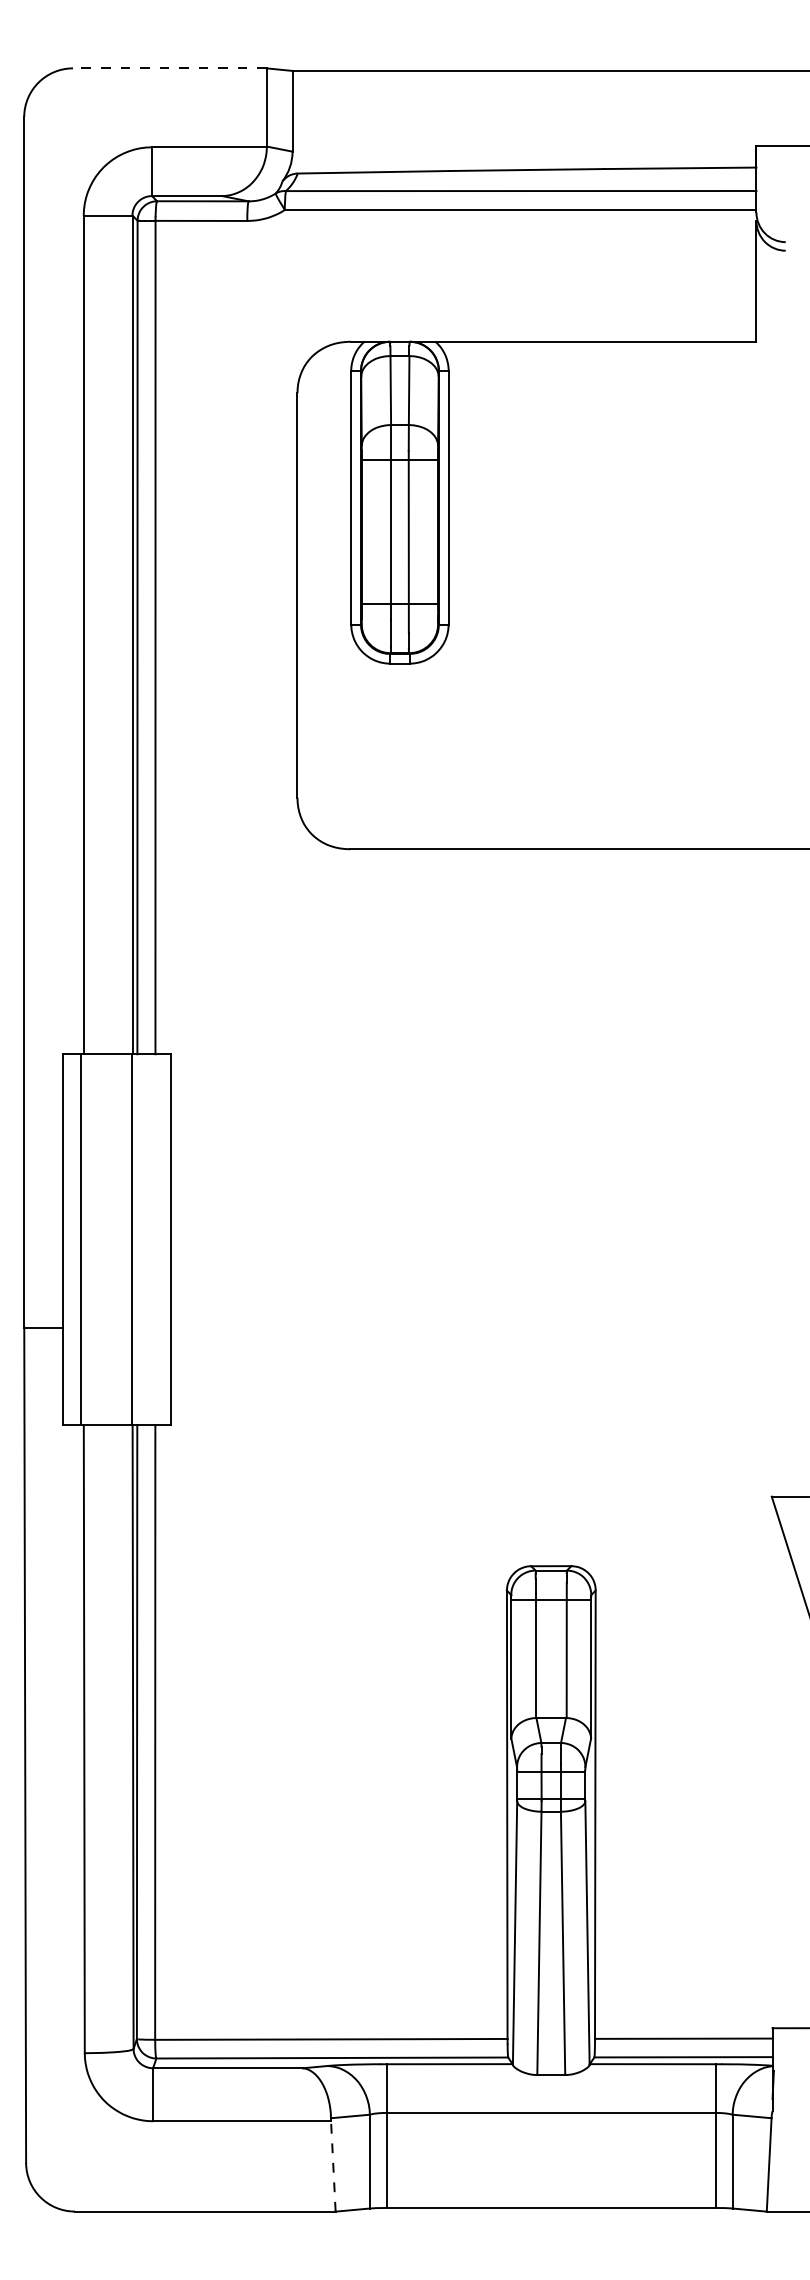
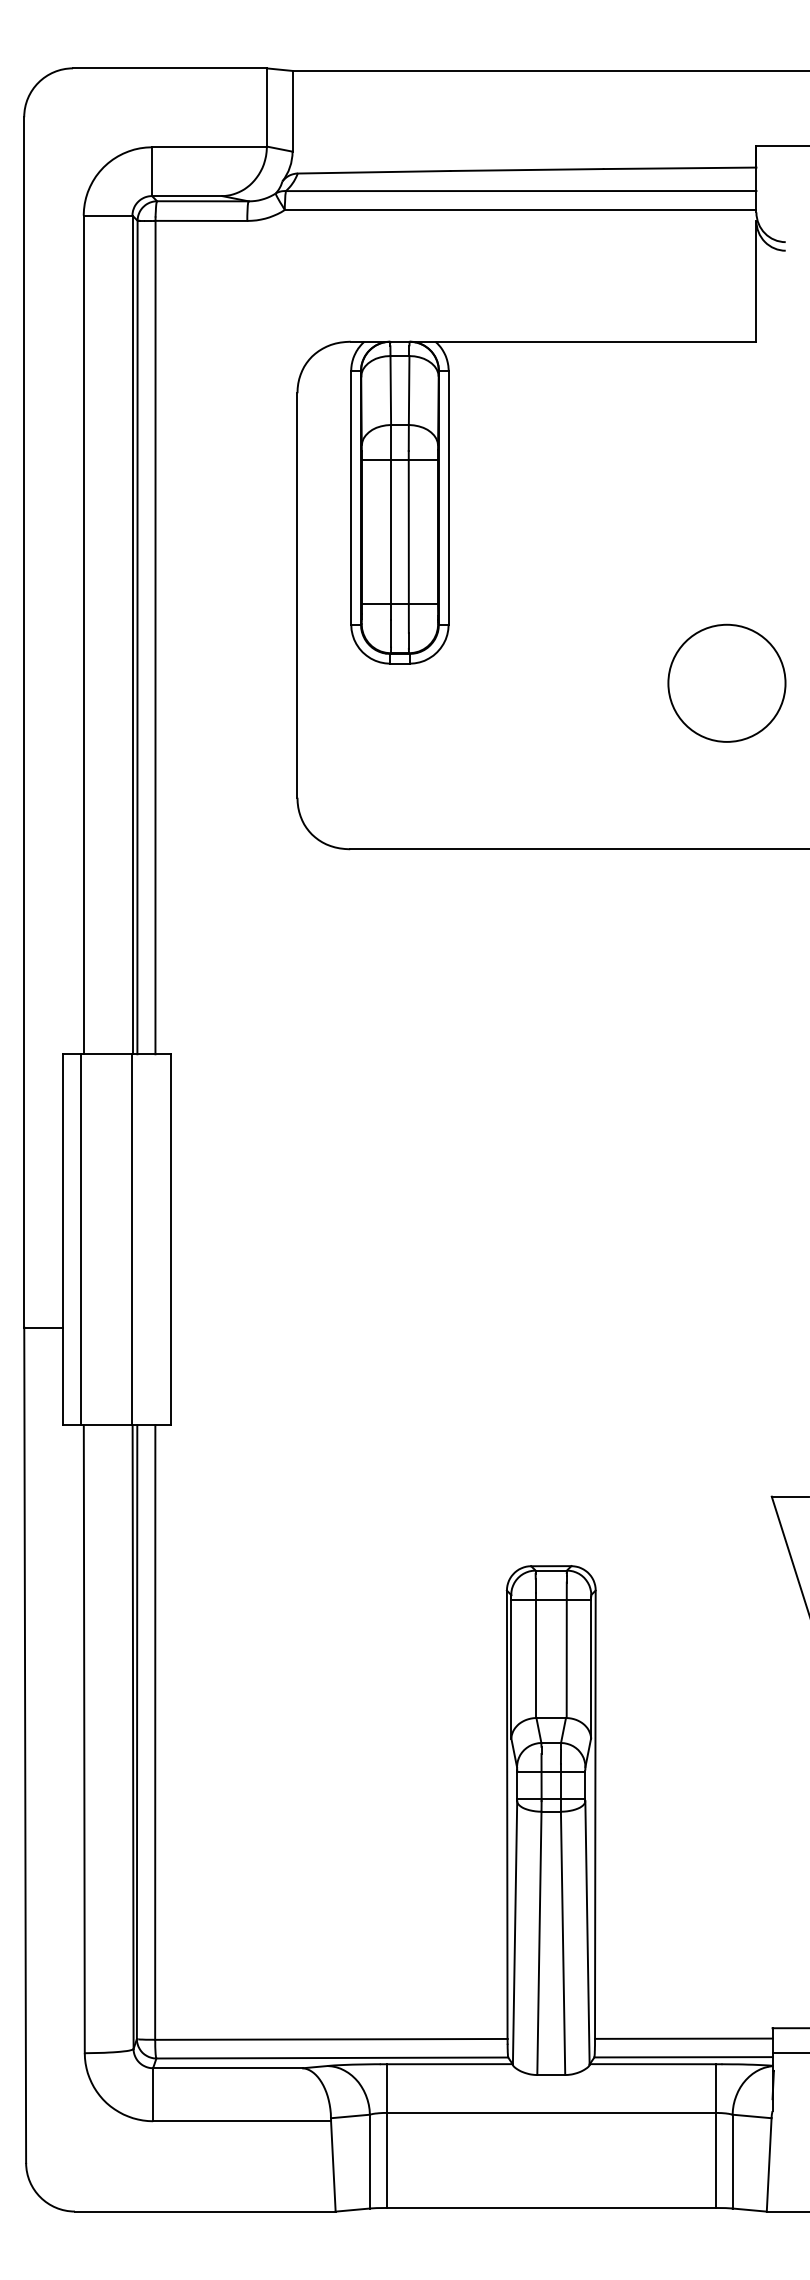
line at (170, 68): dashed -> solid
circle at (726, 682): none -> present
line at (789, 2053): none -> present
line at (333, 2165): dashed -> solid
